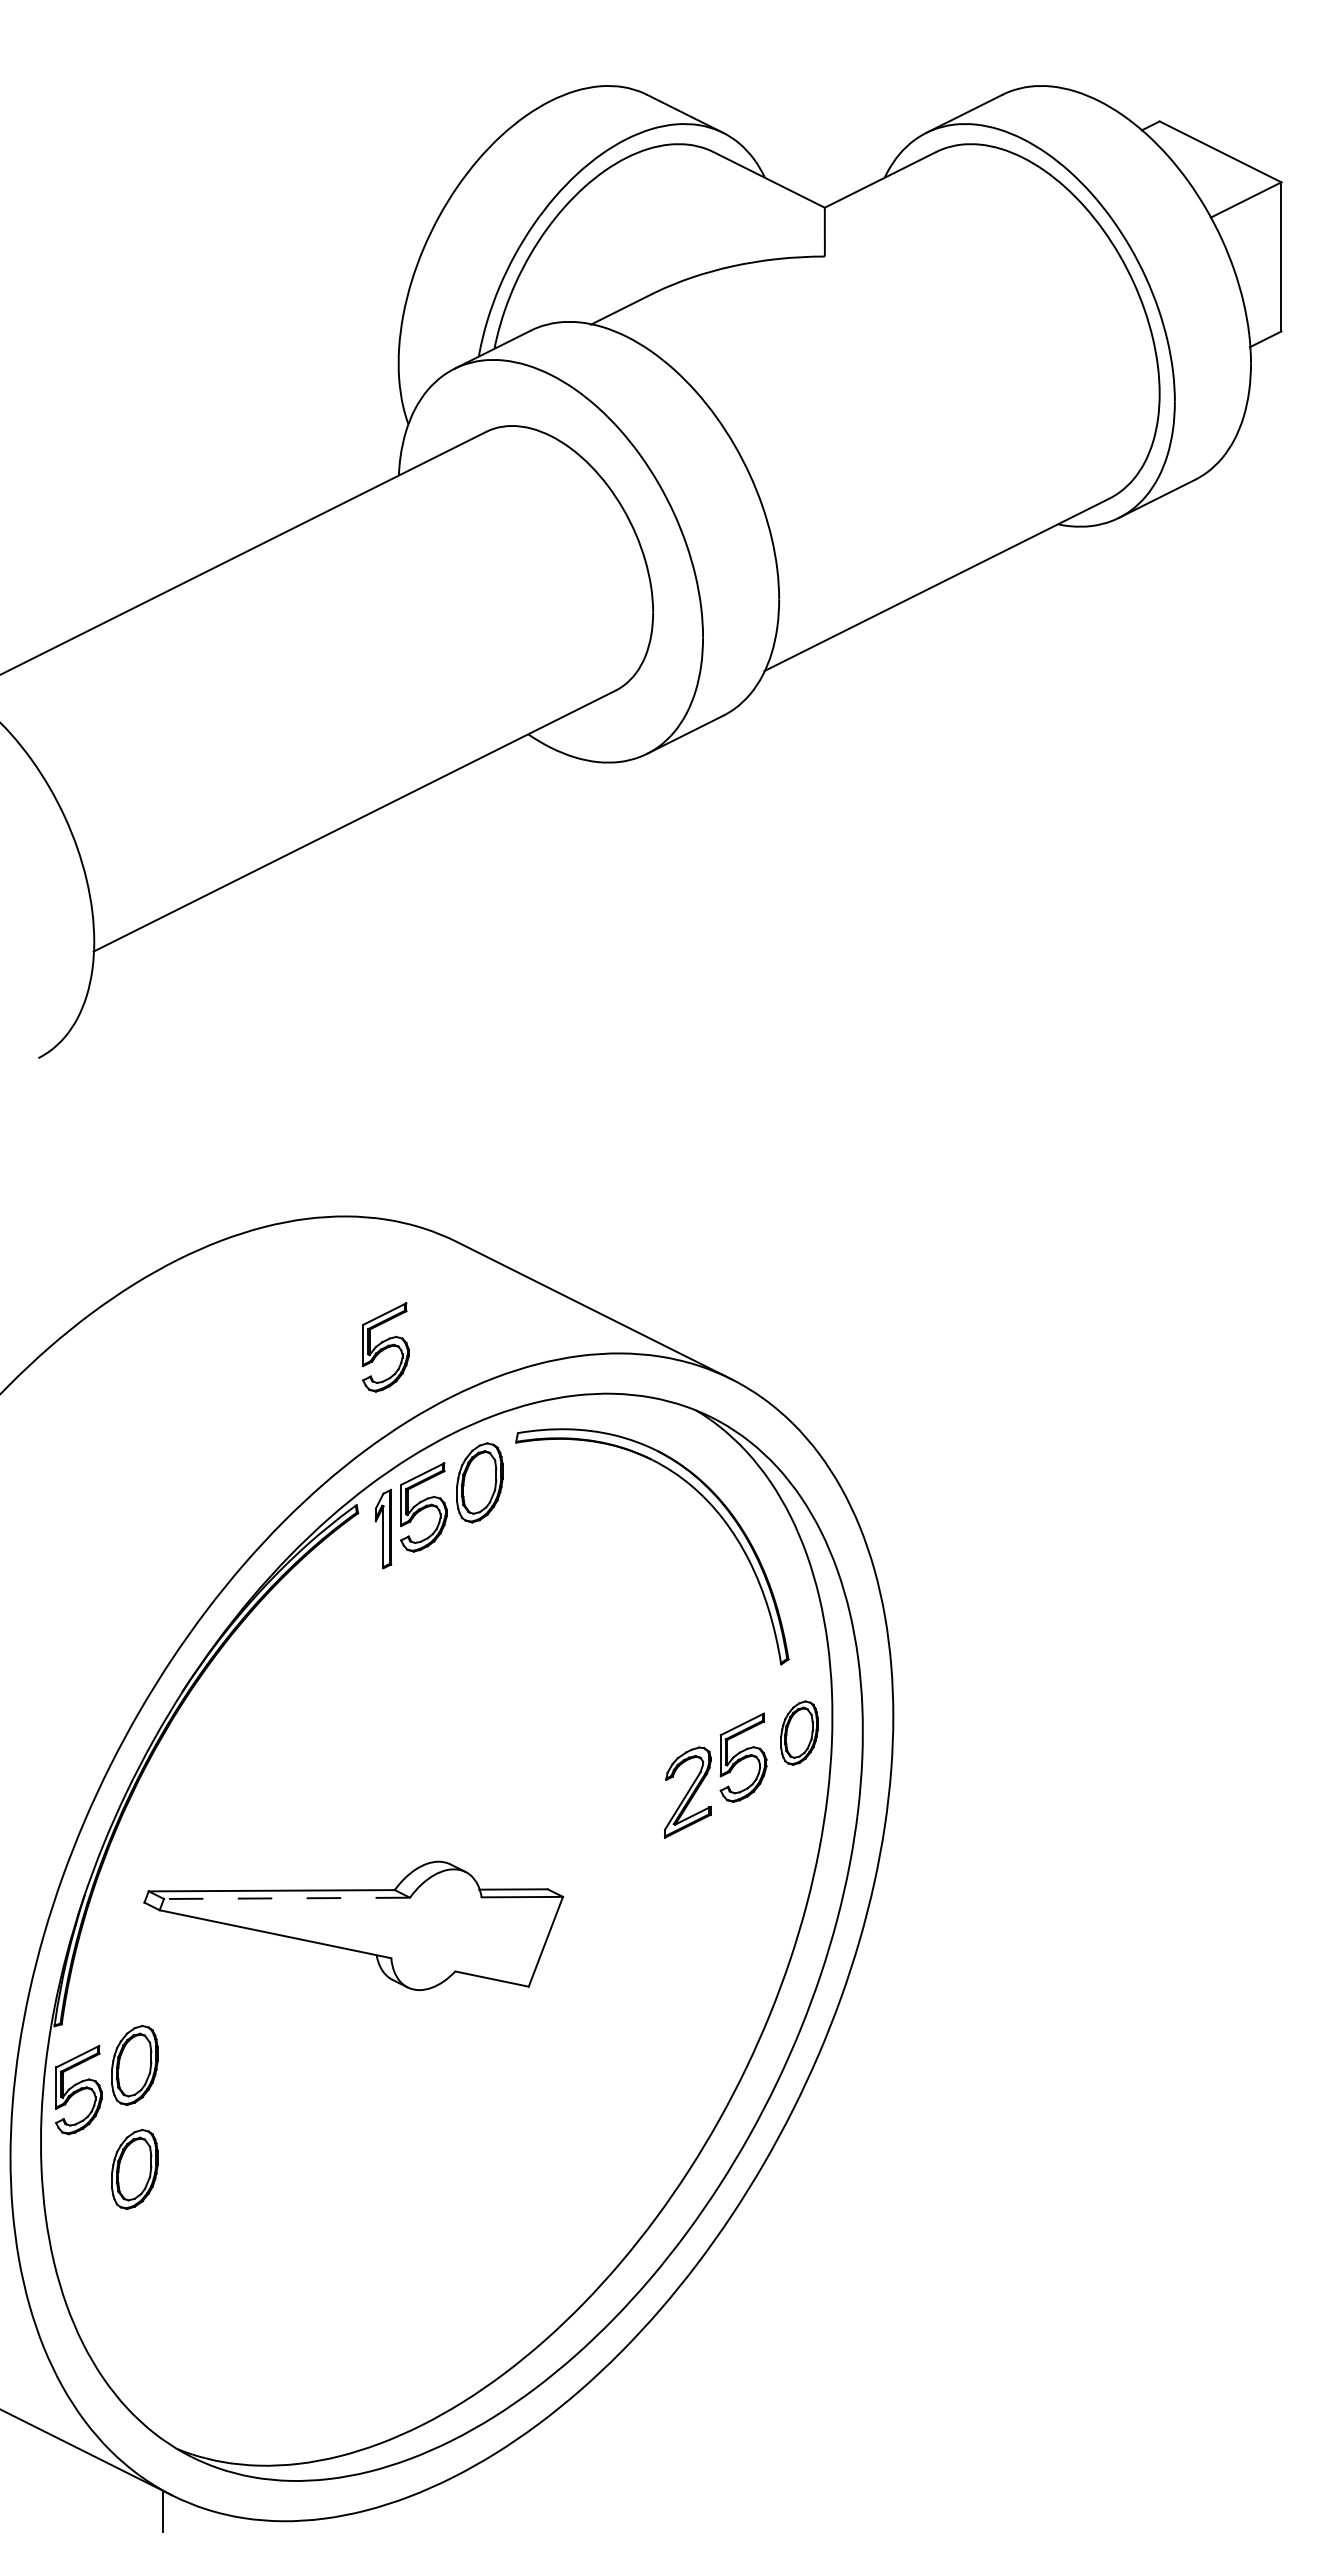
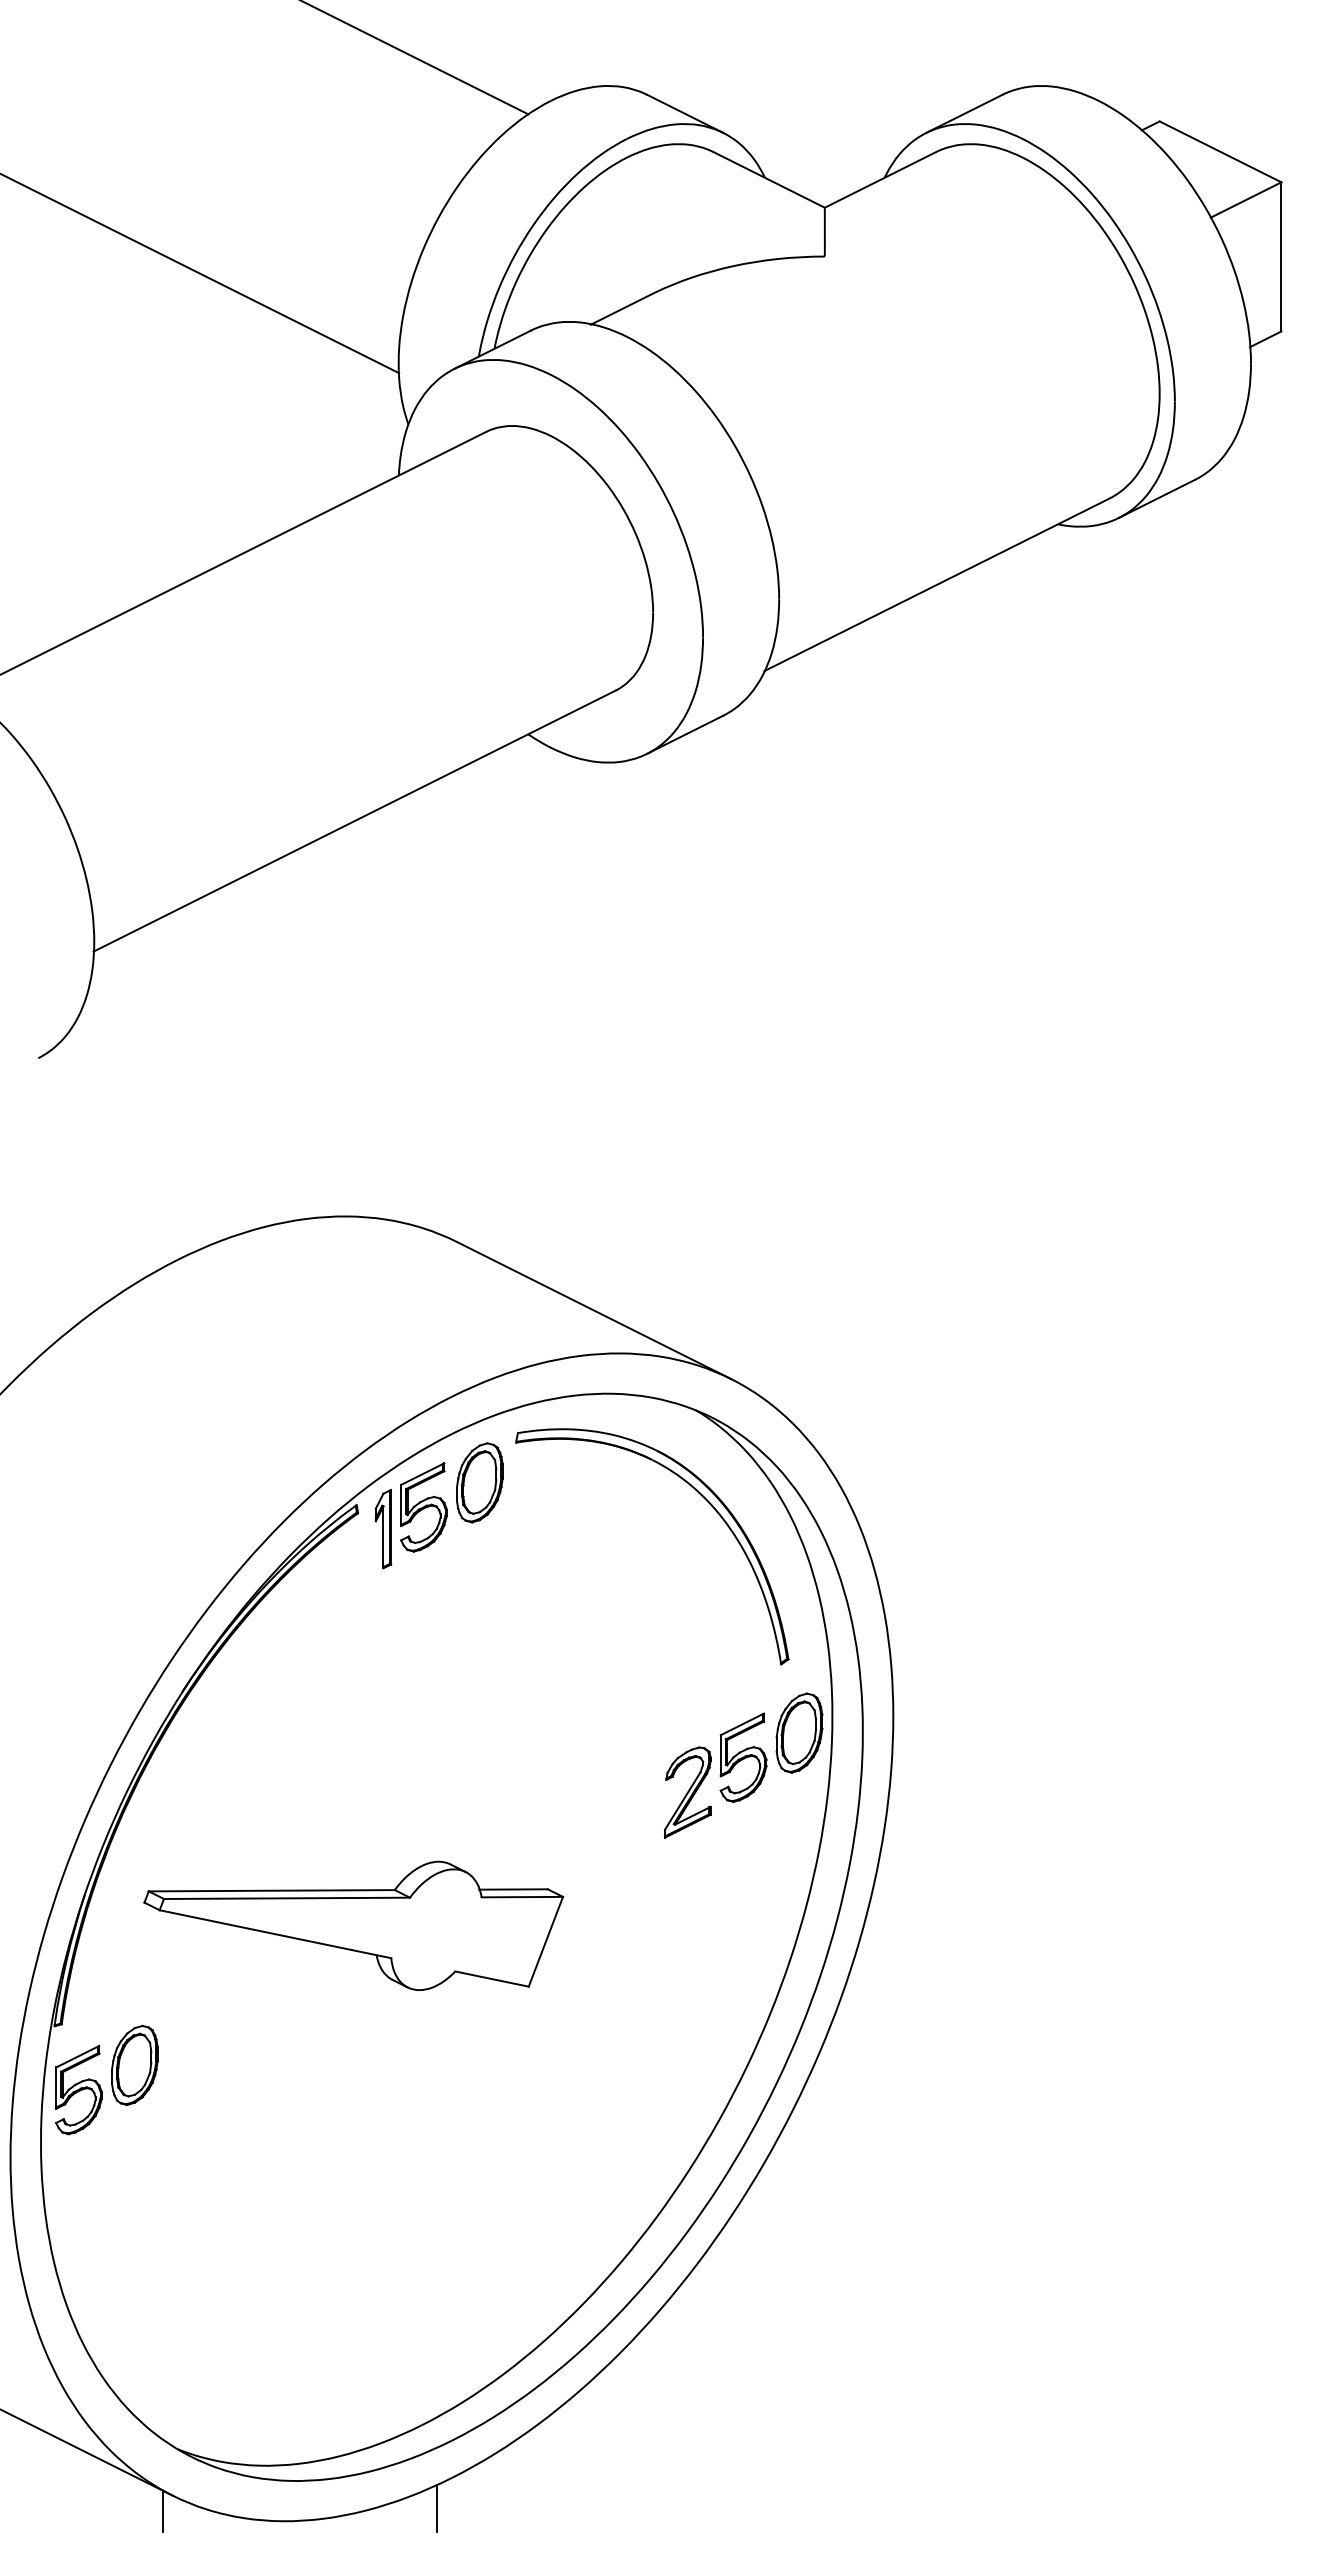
line at (415, 58): none -> present
line at (200, 273): none -> present
part at (385, 1347): present -> none
part at (799, 1732) size: 39x66 px -> 49x82 px
line at (286, 1898): dashed -> solid
part at (134, 2169): present -> none
line at (436, 2508): none -> present
